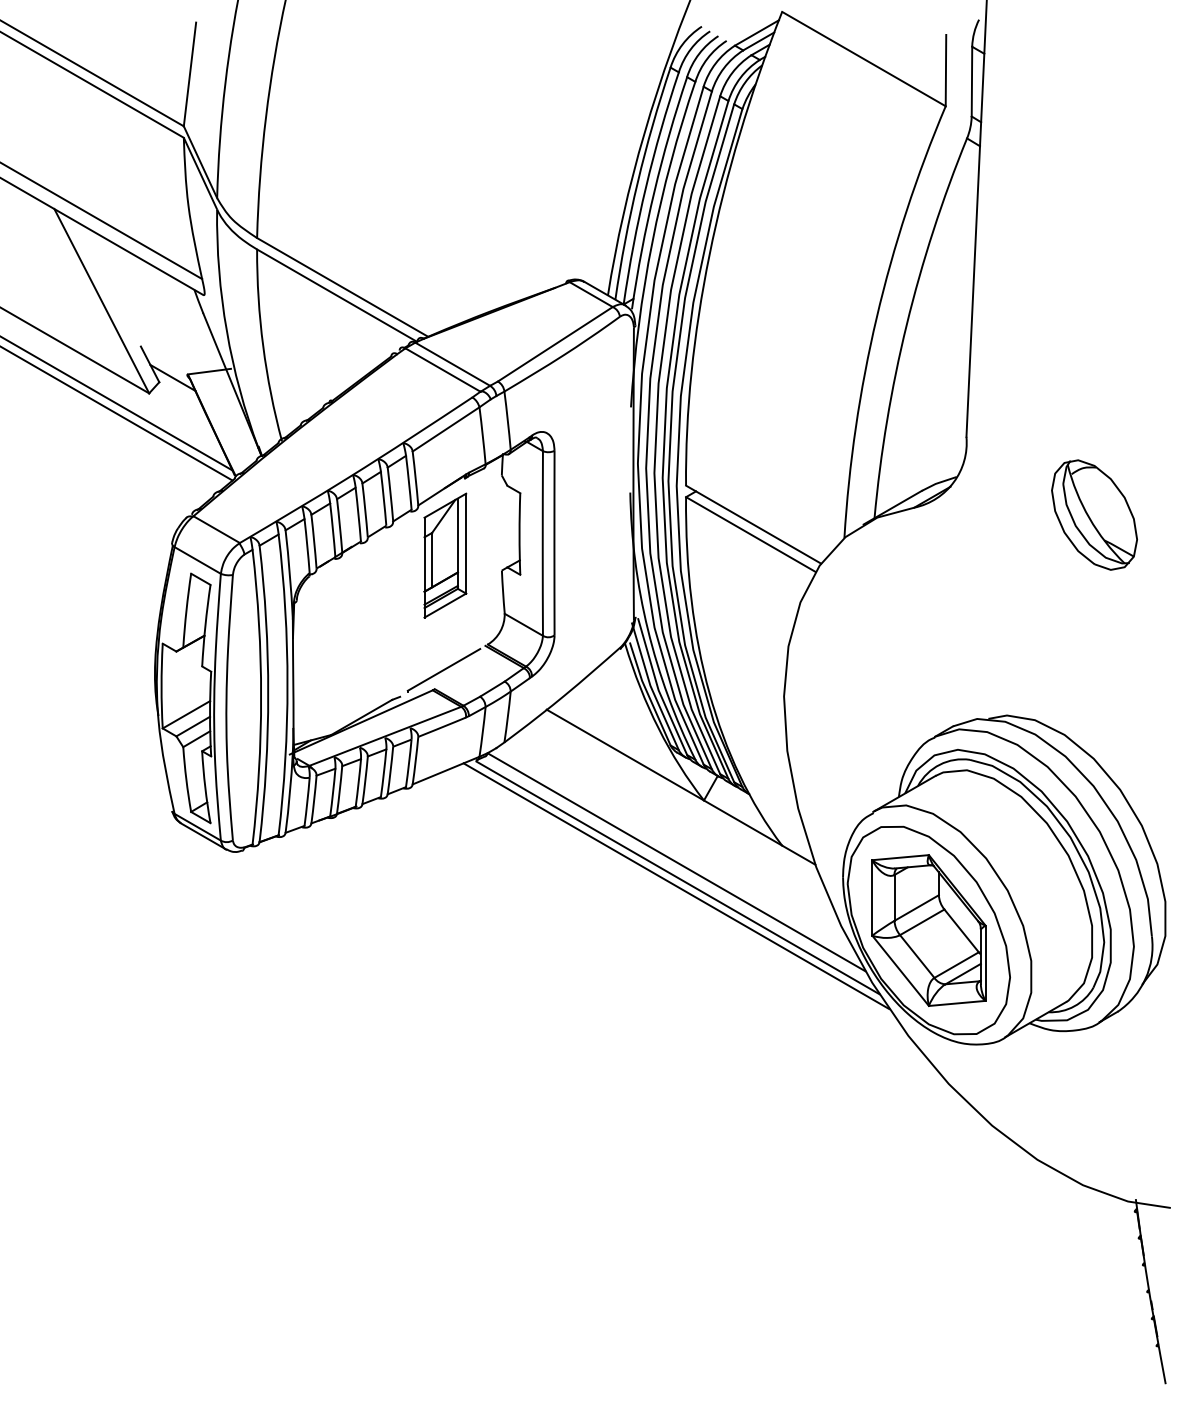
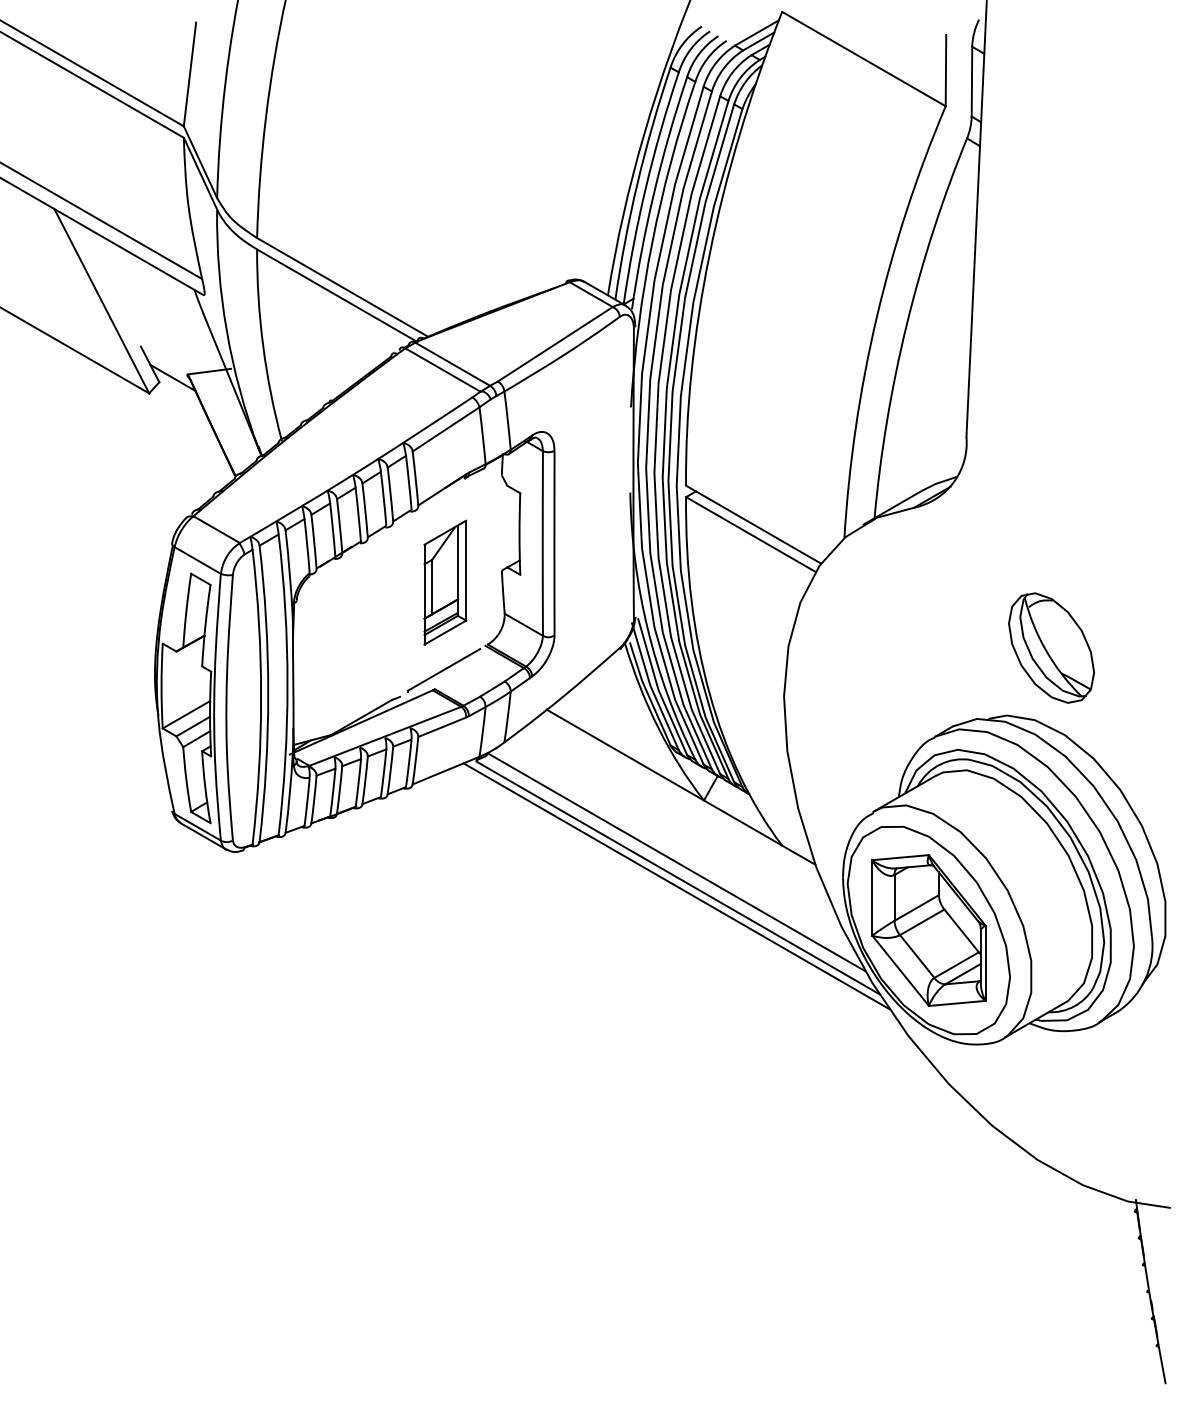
line at (117, 403): present -> none
line at (117, 413): present -> none
part at (1094, 514) position: (1094, 514) -> (1051, 647)
part at (445, 555) position: (445, 555) -> (445, 582)
